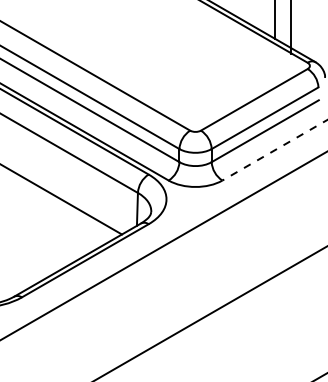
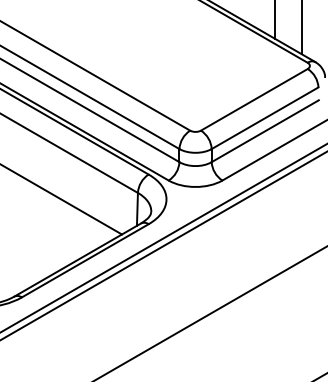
line at (291, 28) position: (291, 28) -> (302, 28)
line at (275, 150): dashed -> solid
line at (163, 238): none -> present
